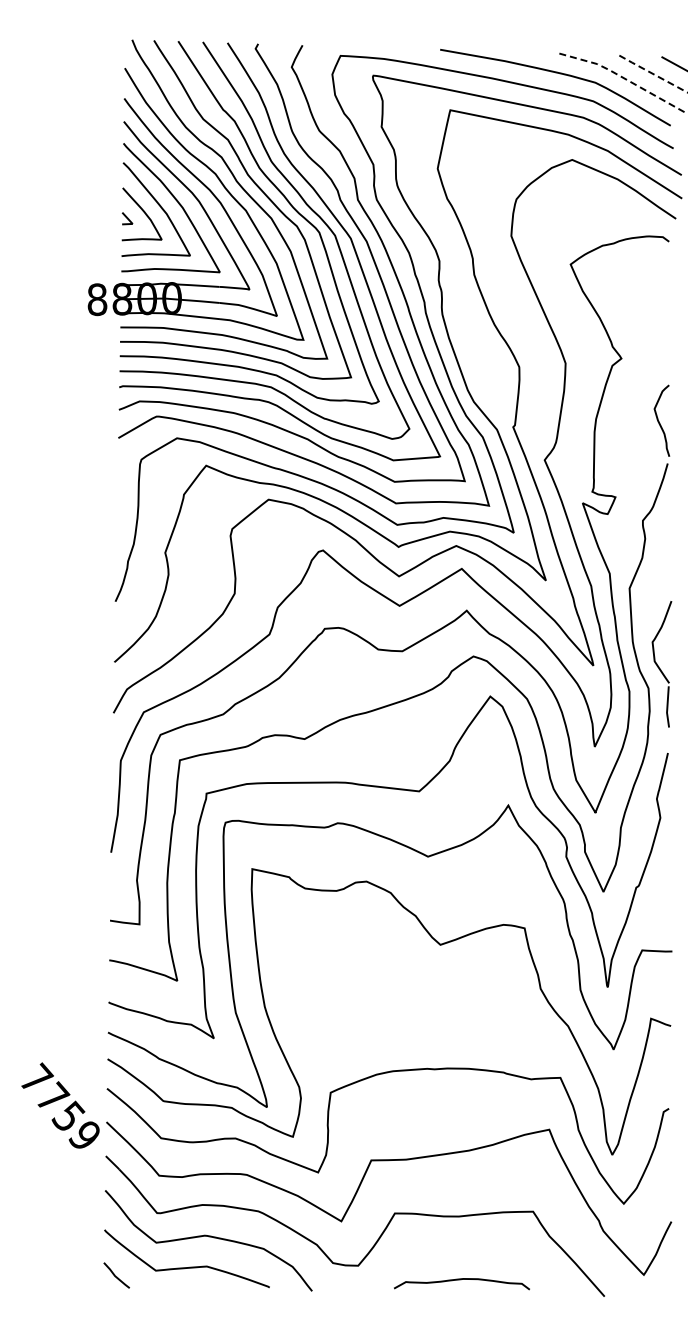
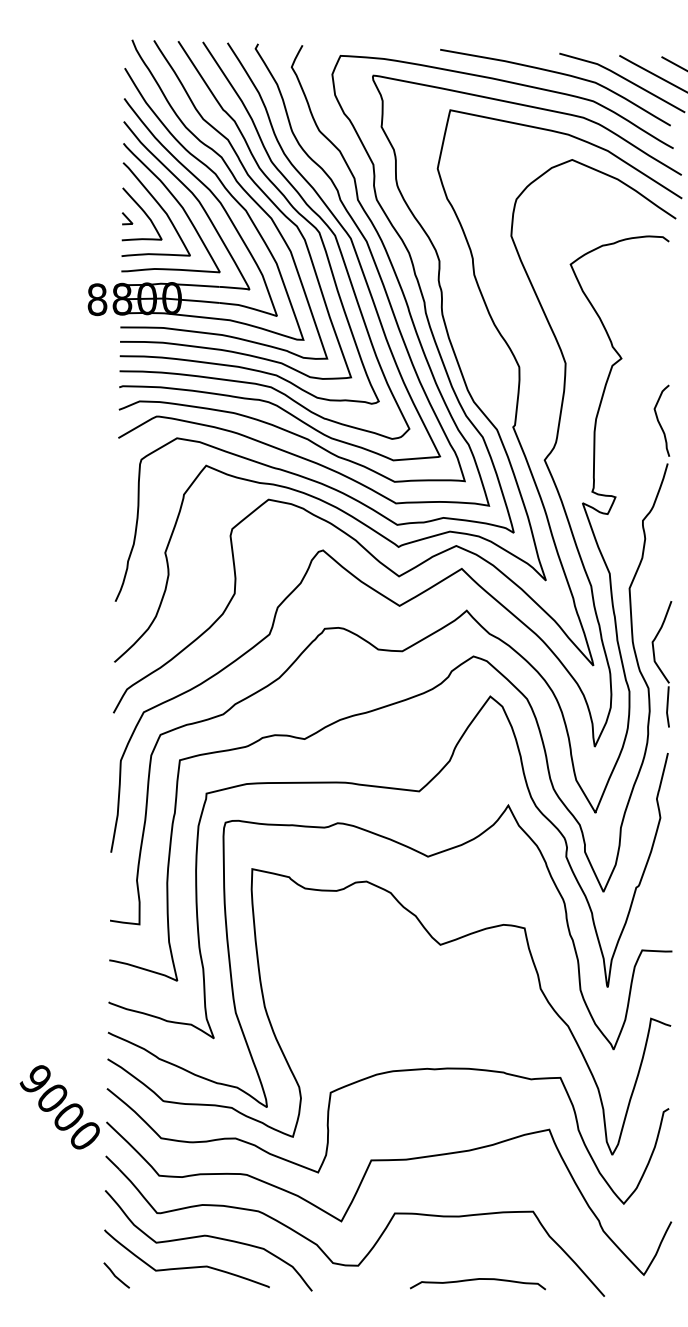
line at (653, 73): dashed -> solid
line at (623, 77): dashed -> solid
text at (59, 1105): 7759 -> 9000
curve at (461, 1280) position: (461, 1280) -> (477, 1280)
